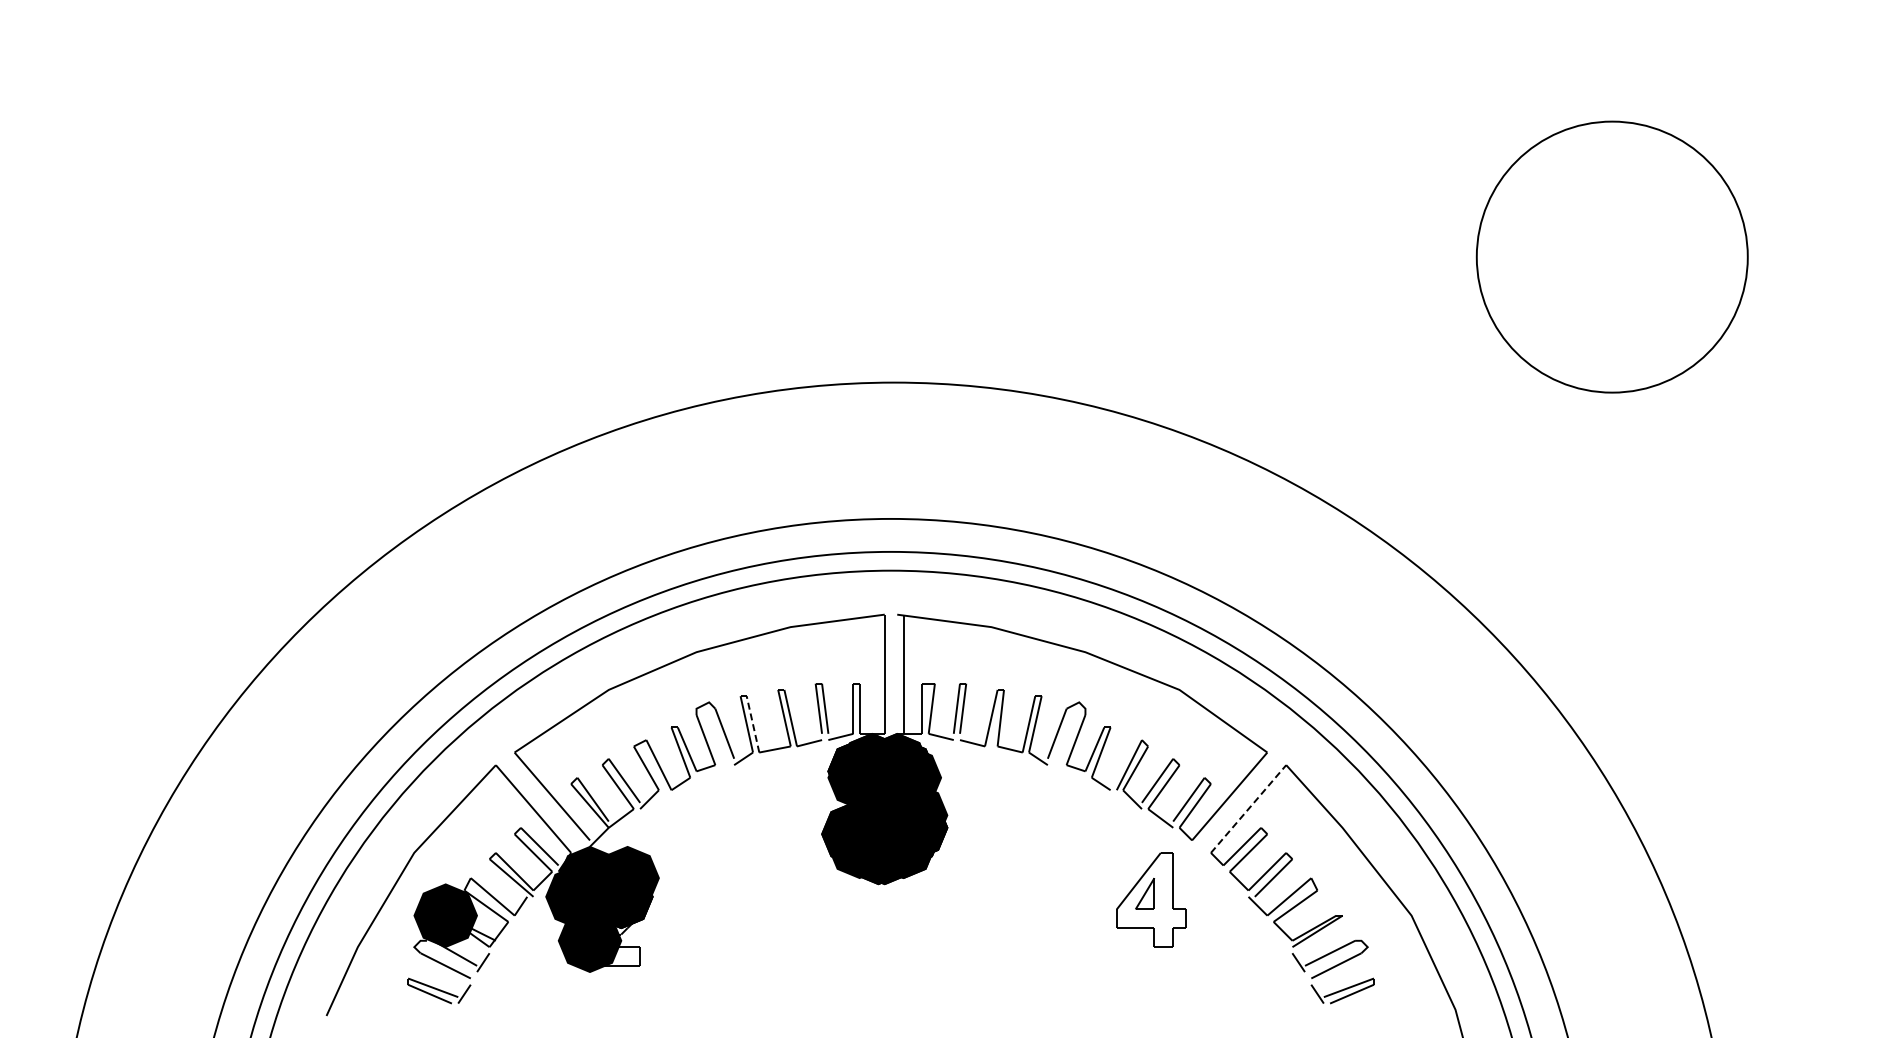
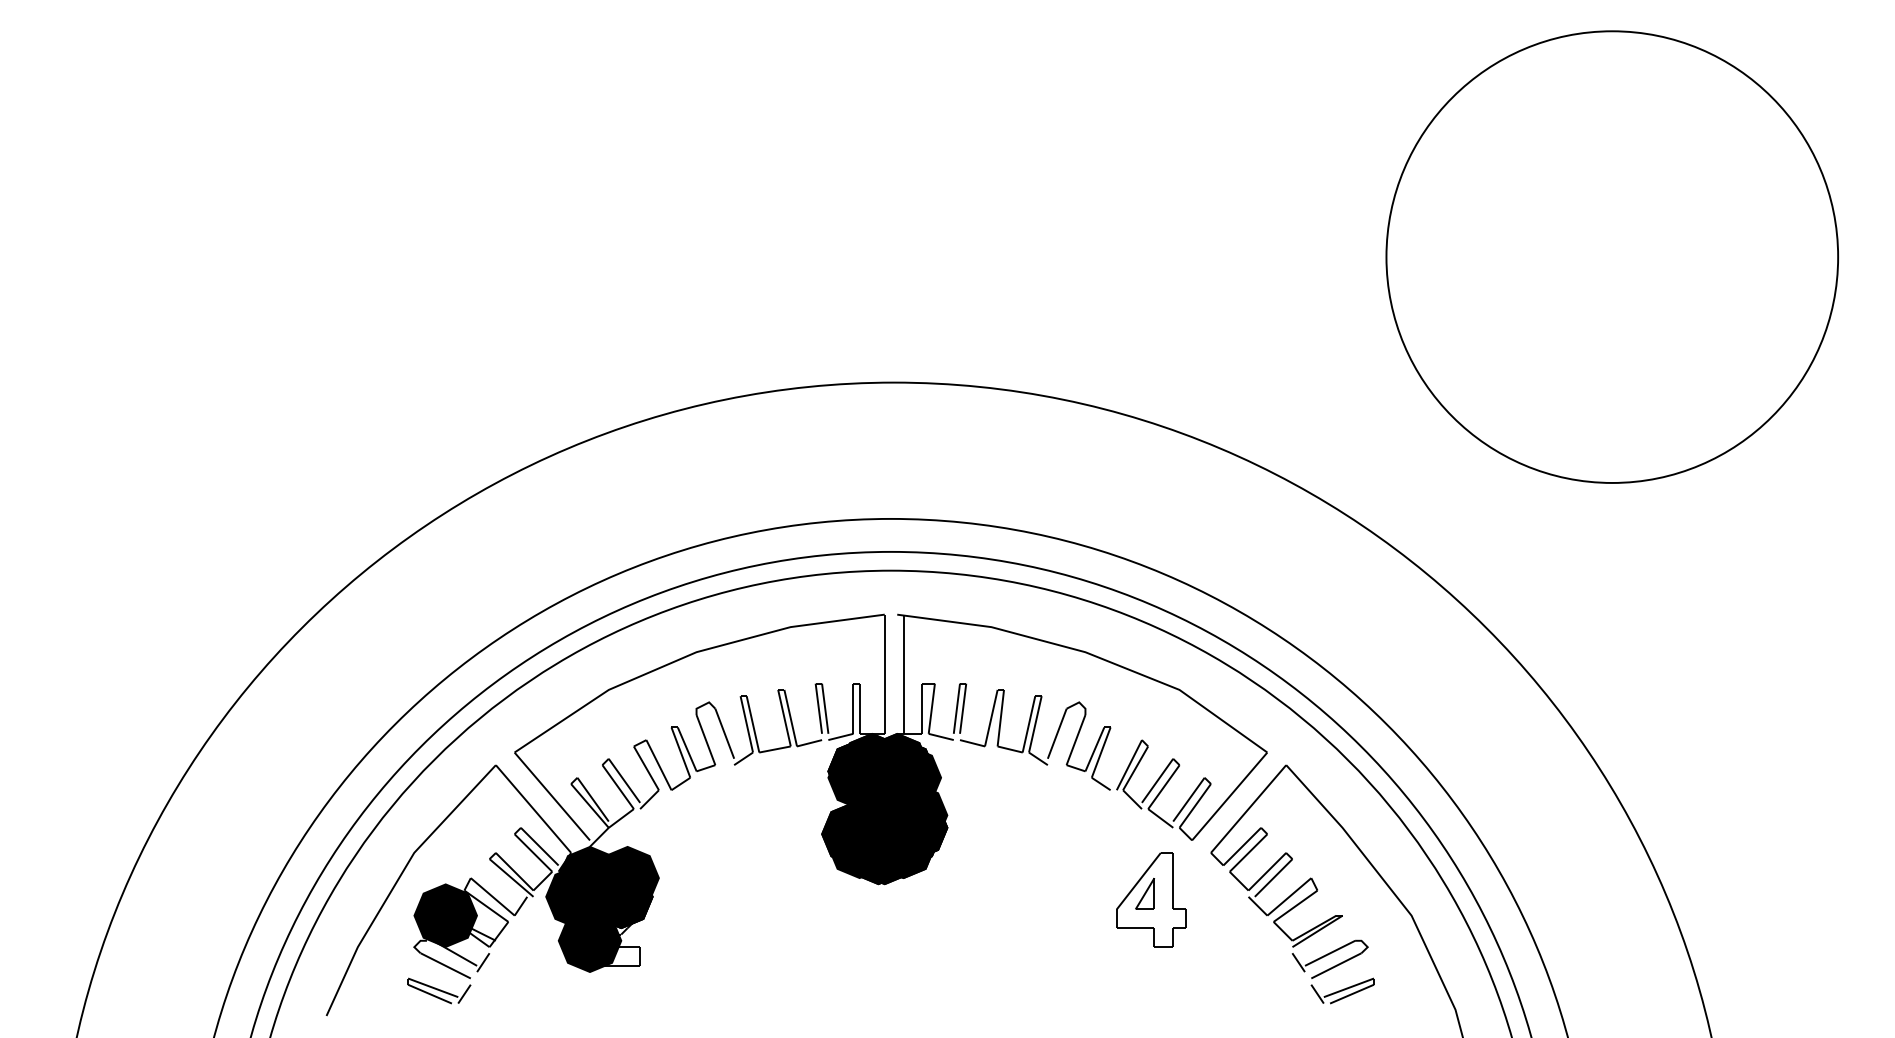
circle at (1611, 256) diameter: 271 px -> 452 px
line at (753, 724): dashed -> solid
line at (1248, 809): dashed -> solid
